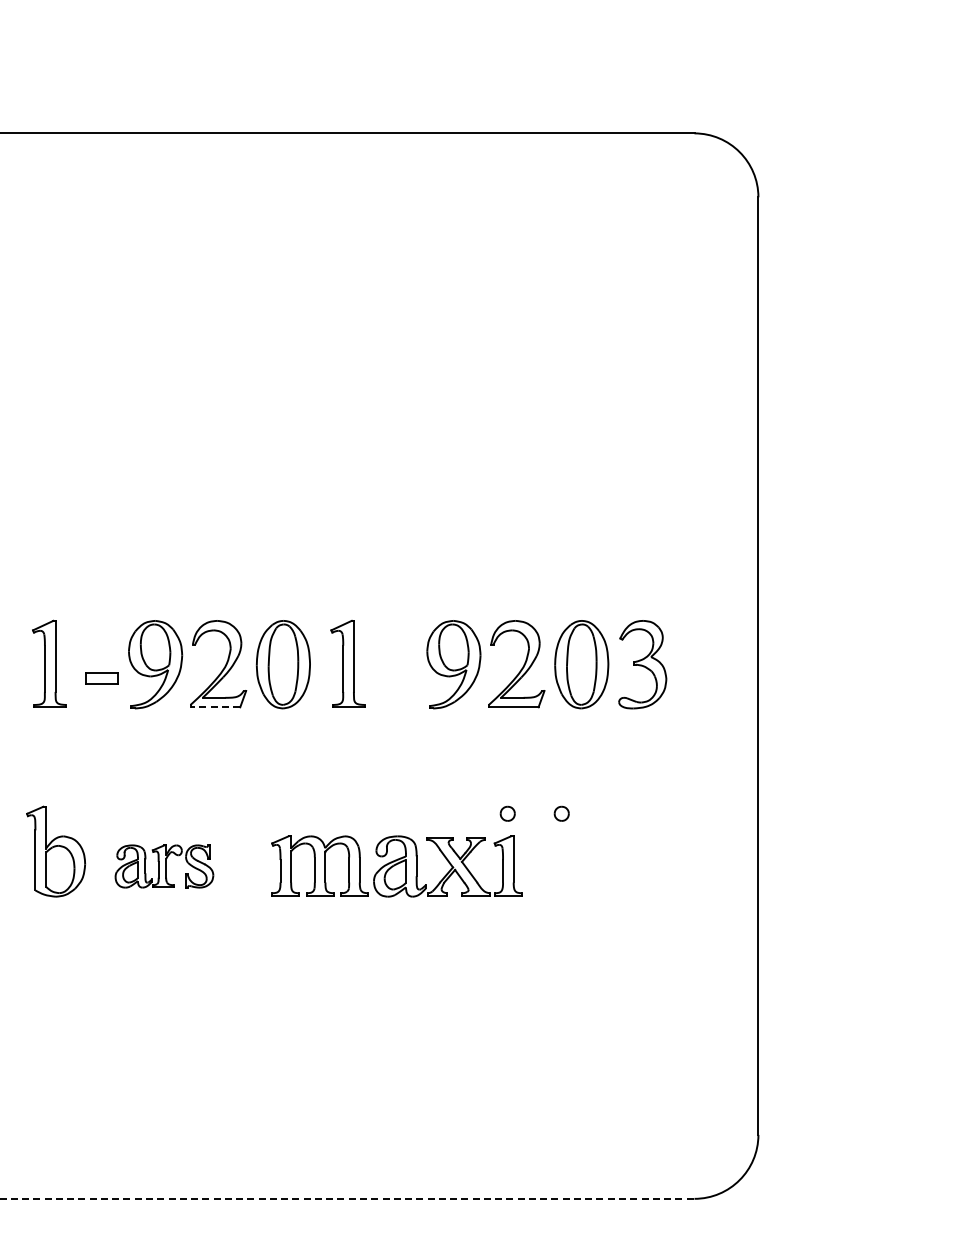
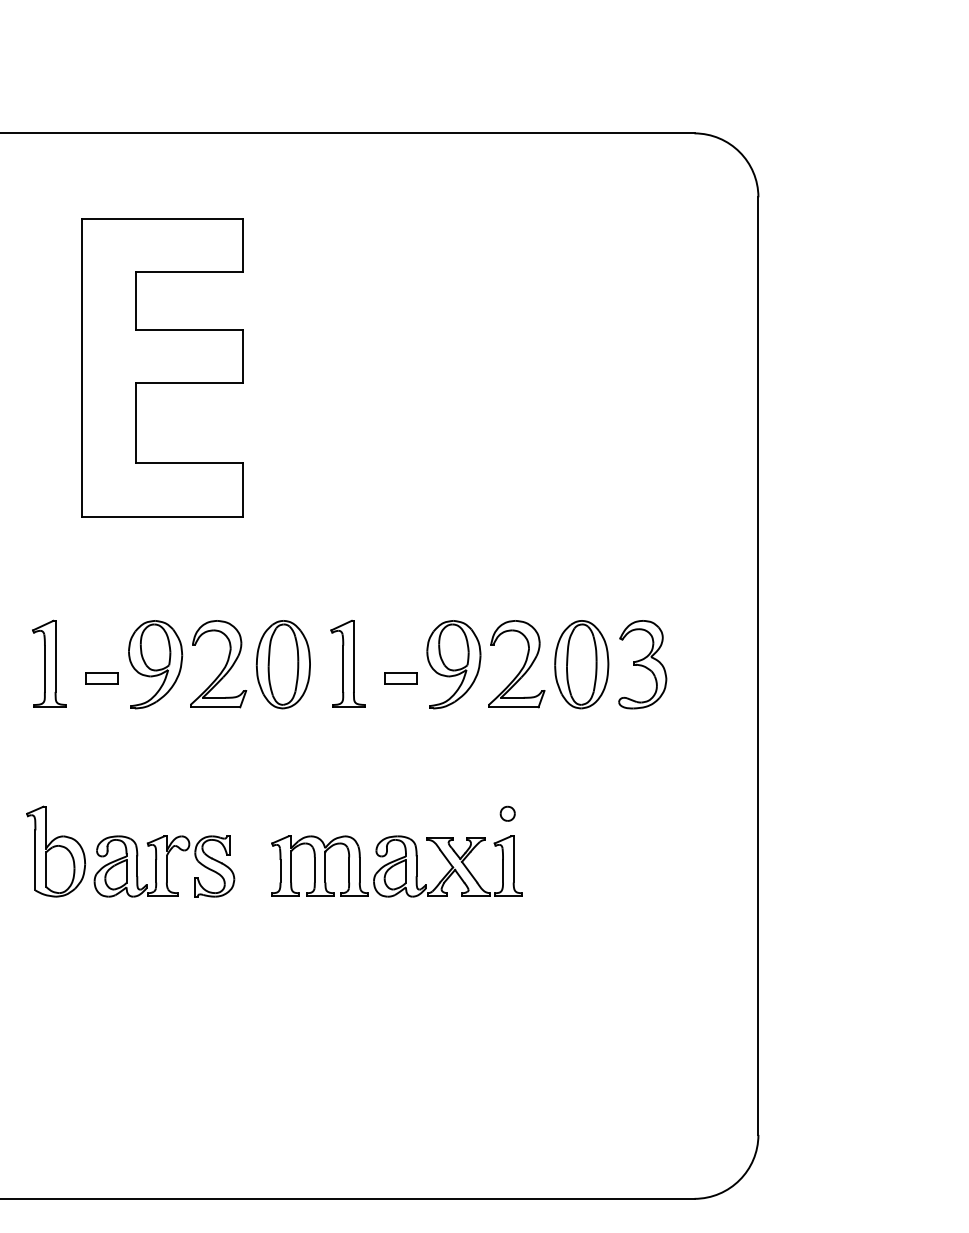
part at (162, 367): none -> present
part at (400, 678): none -> present
line at (215, 707): dashed -> solid
part at (561, 813): present -> none
part at (164, 866) size: 101x45 px -> 143x63 px
line at (347, 1198): dashed -> solid
